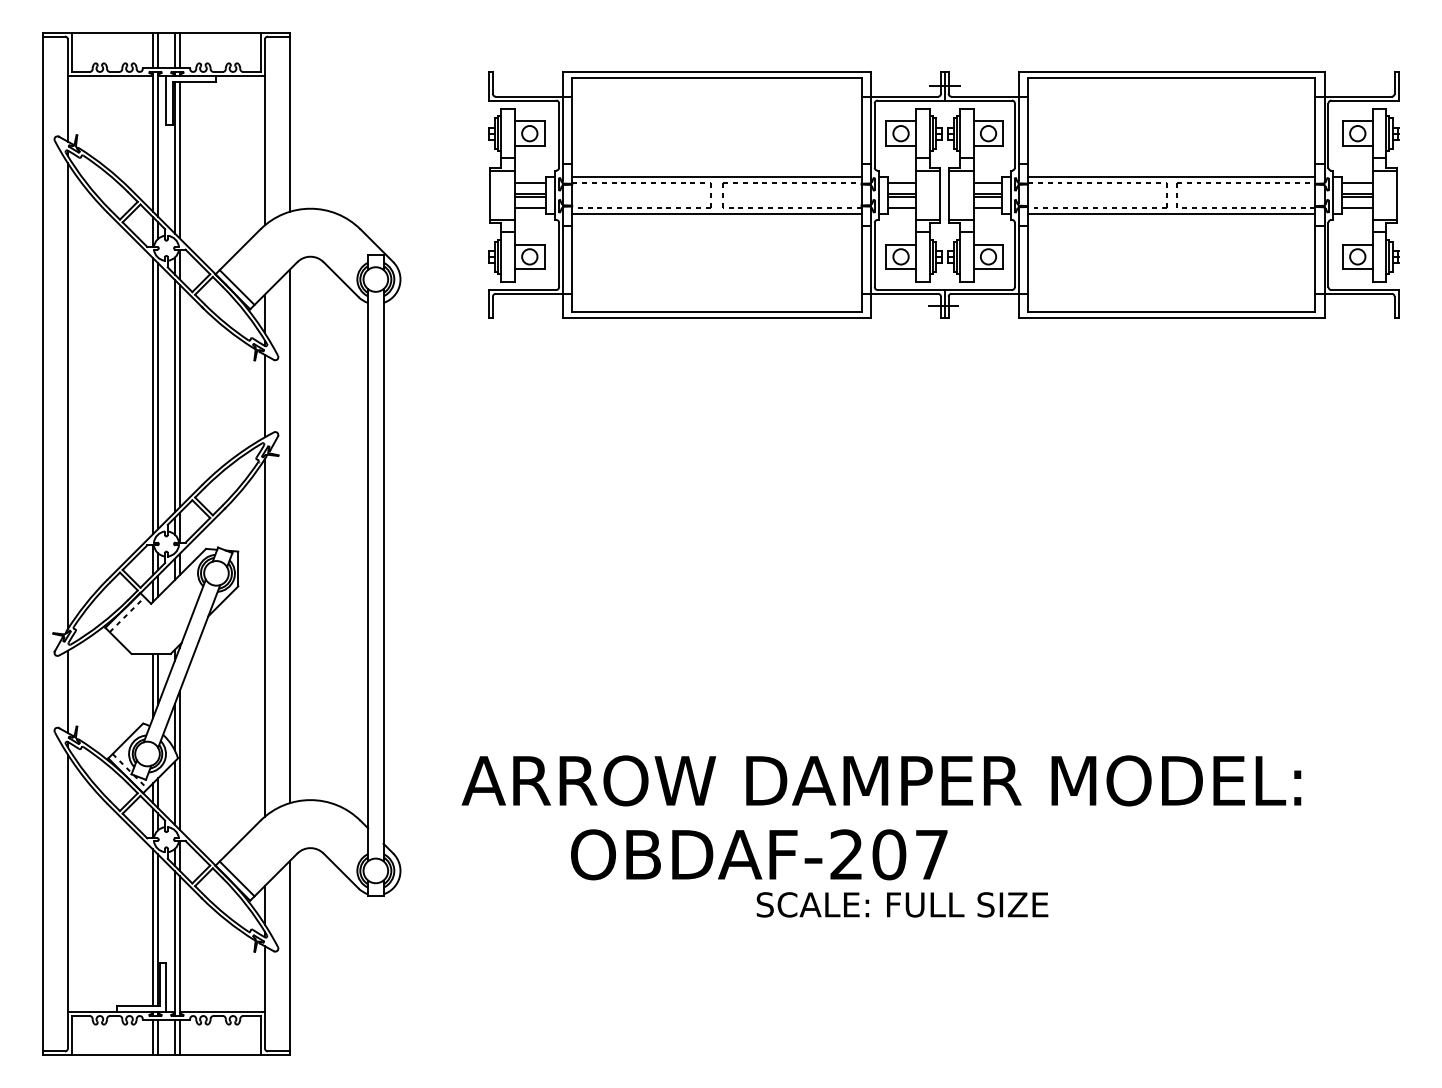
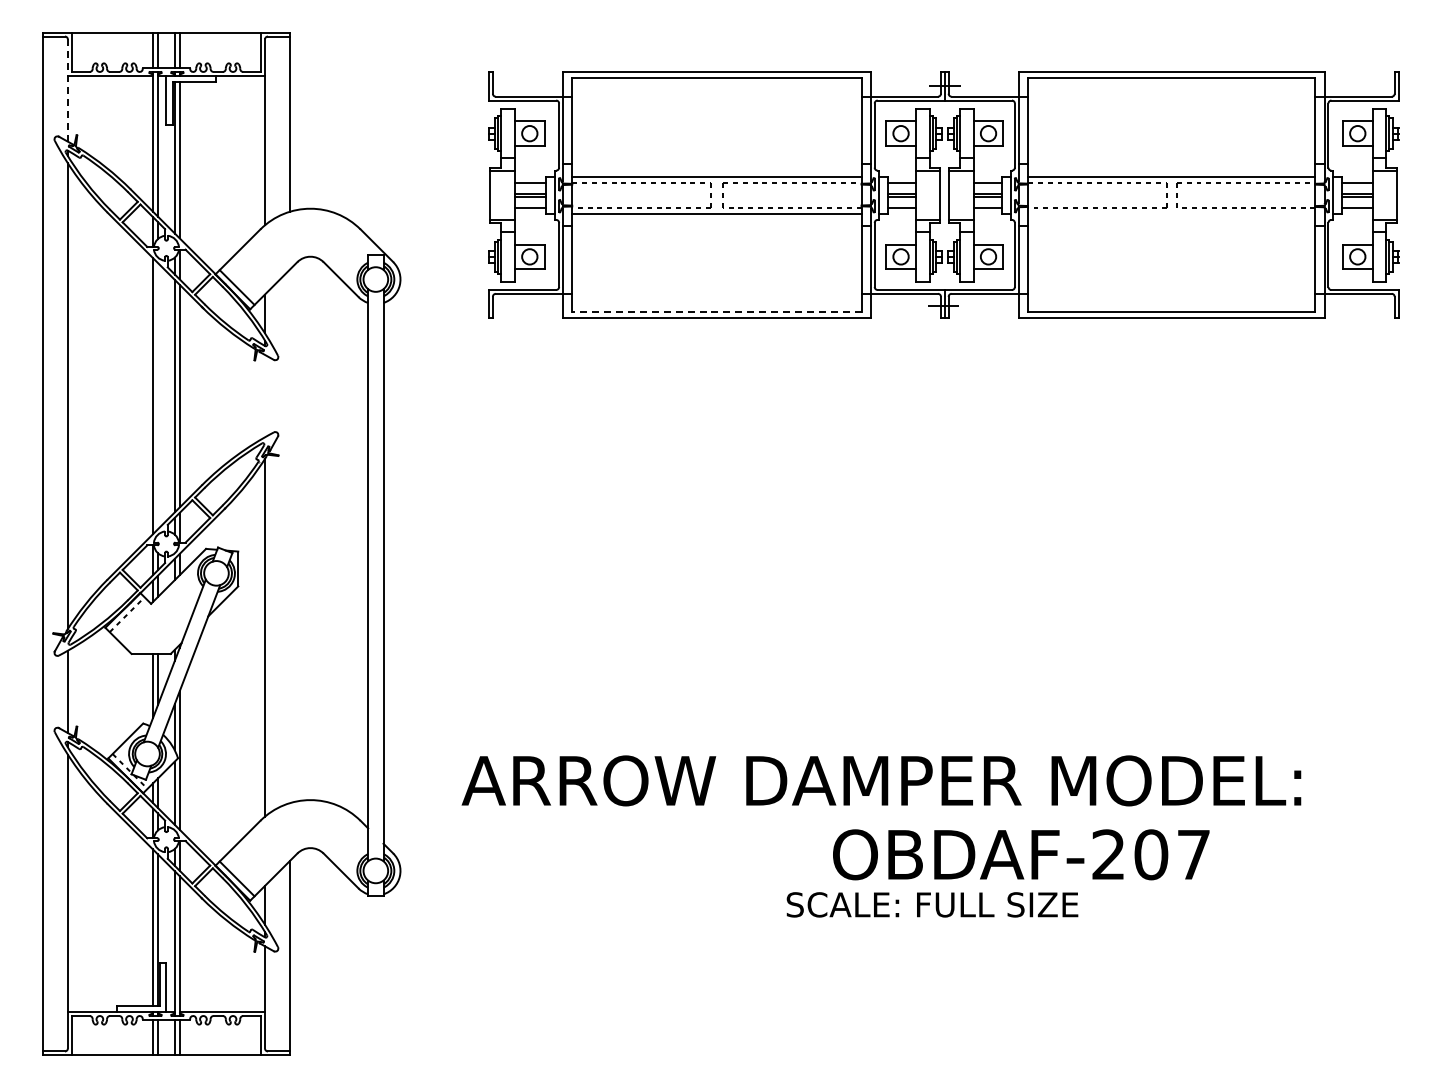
line at (67, 90): solid -> dashed
line at (1171, 213): present -> none
line at (716, 312): solid -> dashed
line at (265, 395): present -> none
line at (157, 396): present -> none
line at (289, 536): present -> none
text at (759, 854) position: (759, 854) -> (1021, 854)
text at (902, 904) position: (902, 904) -> (932, 904)
